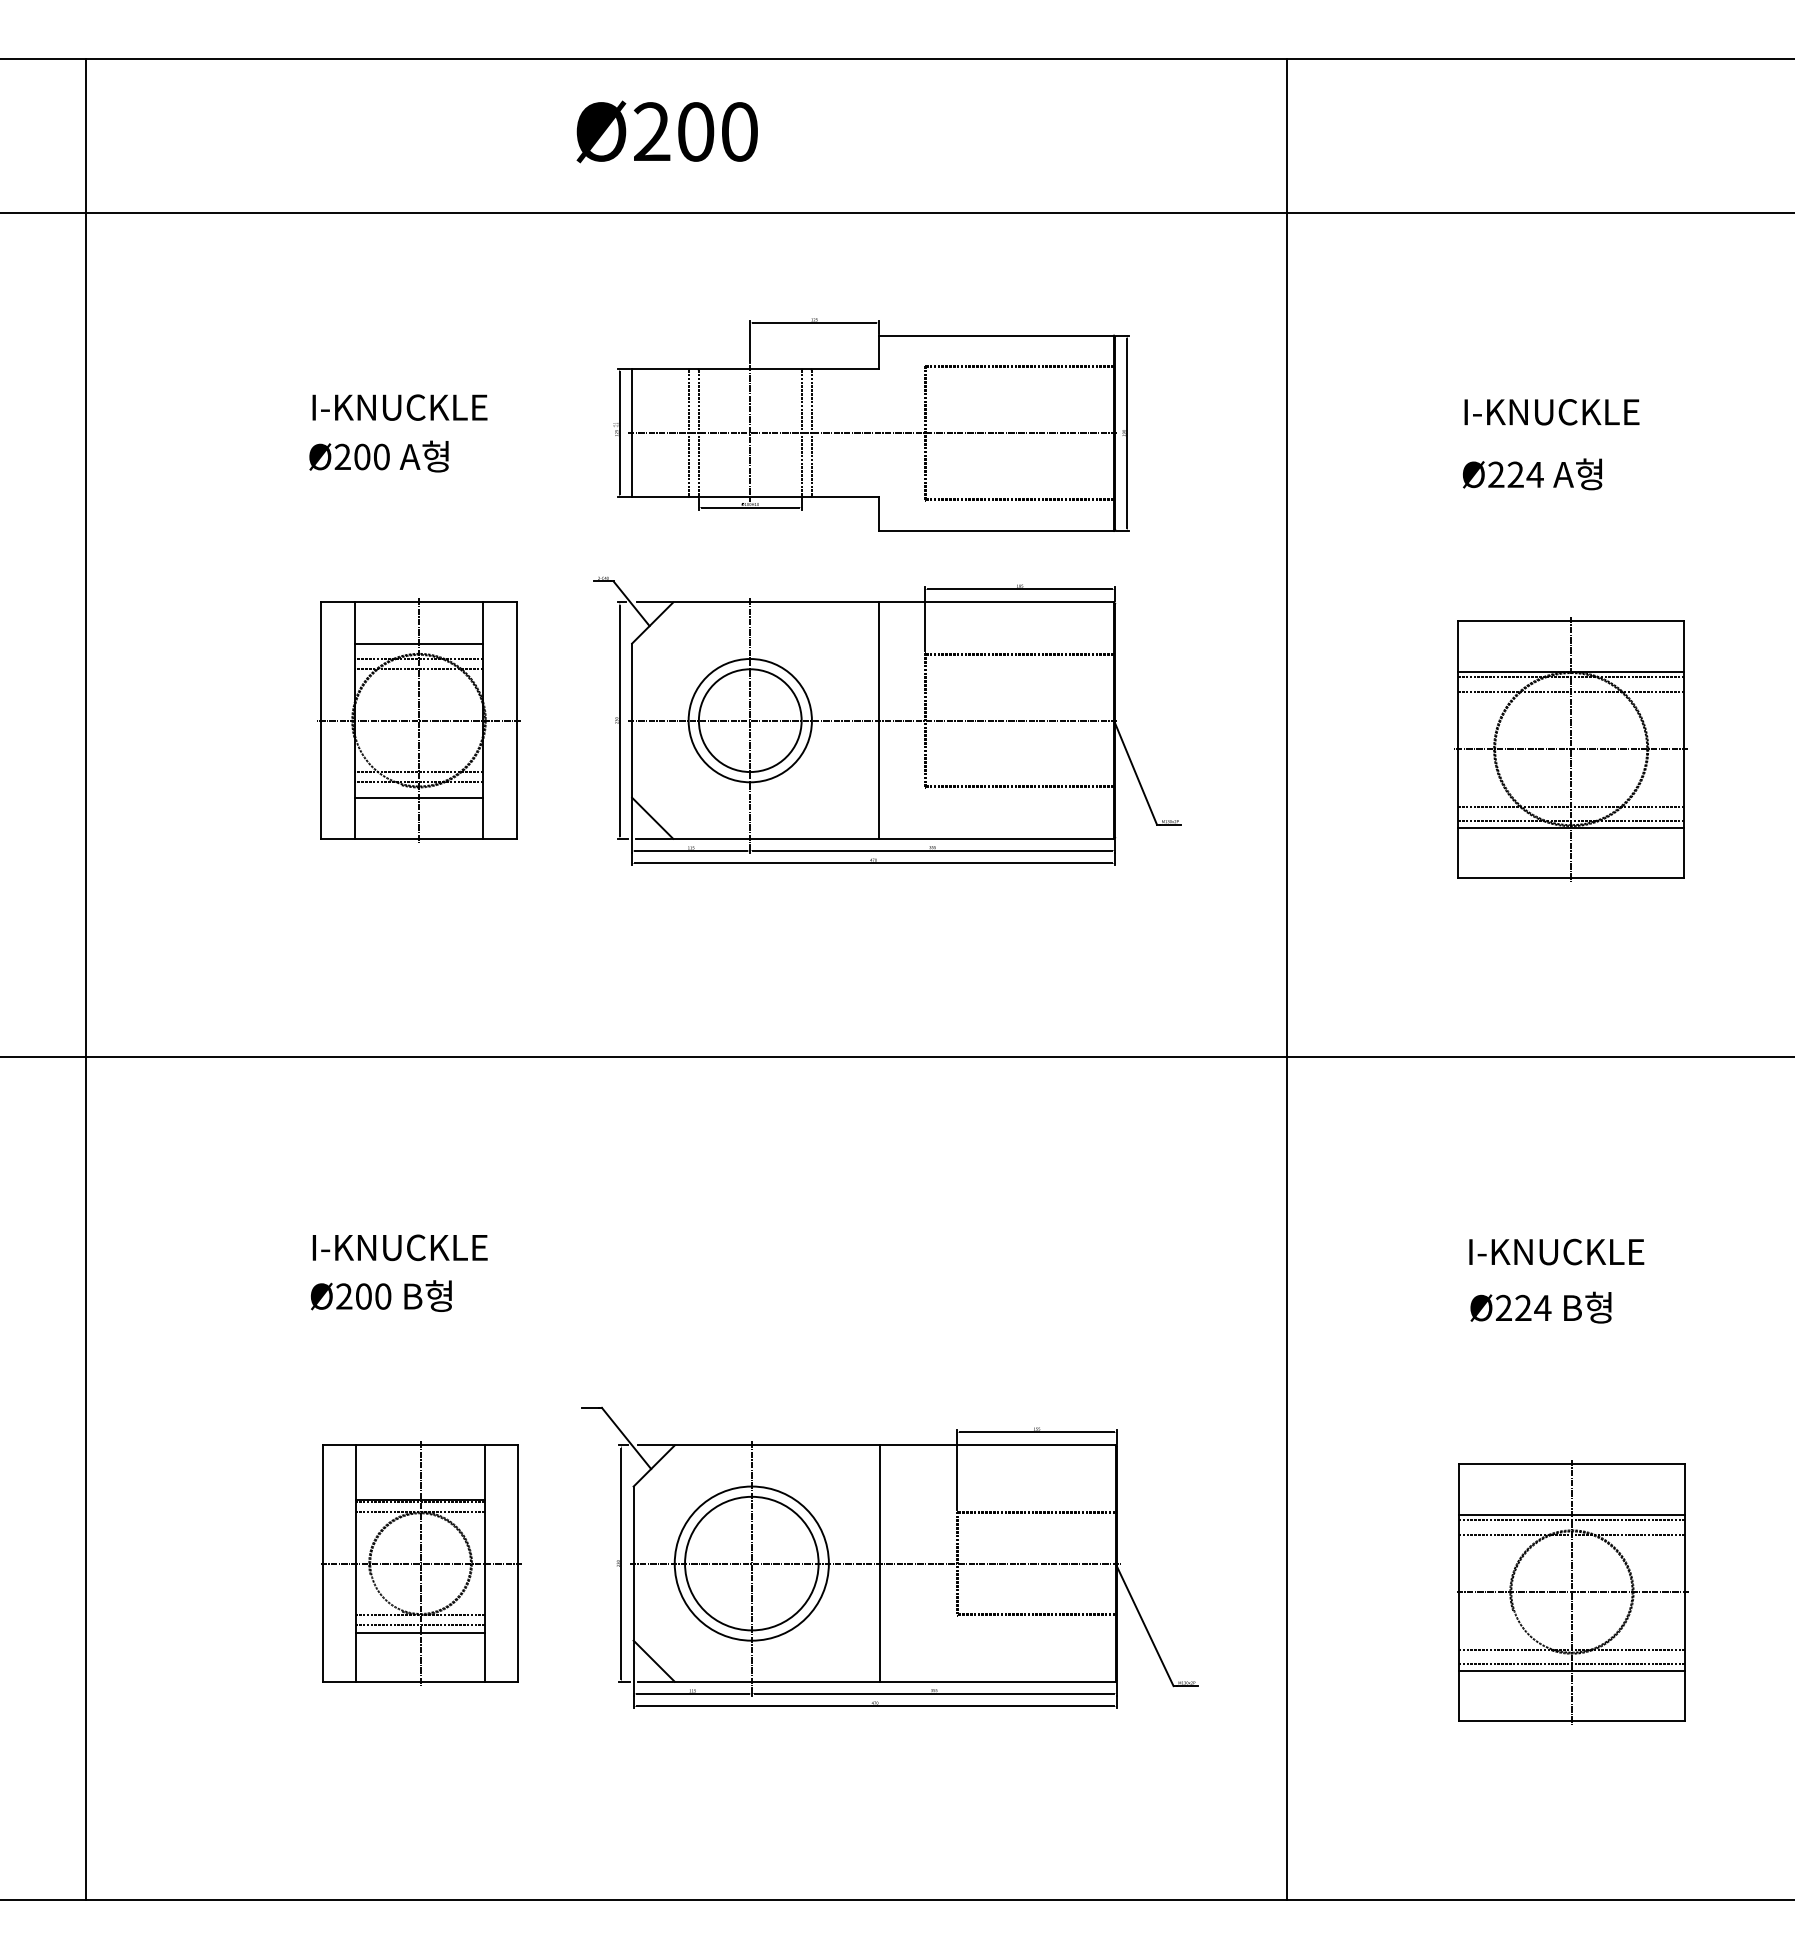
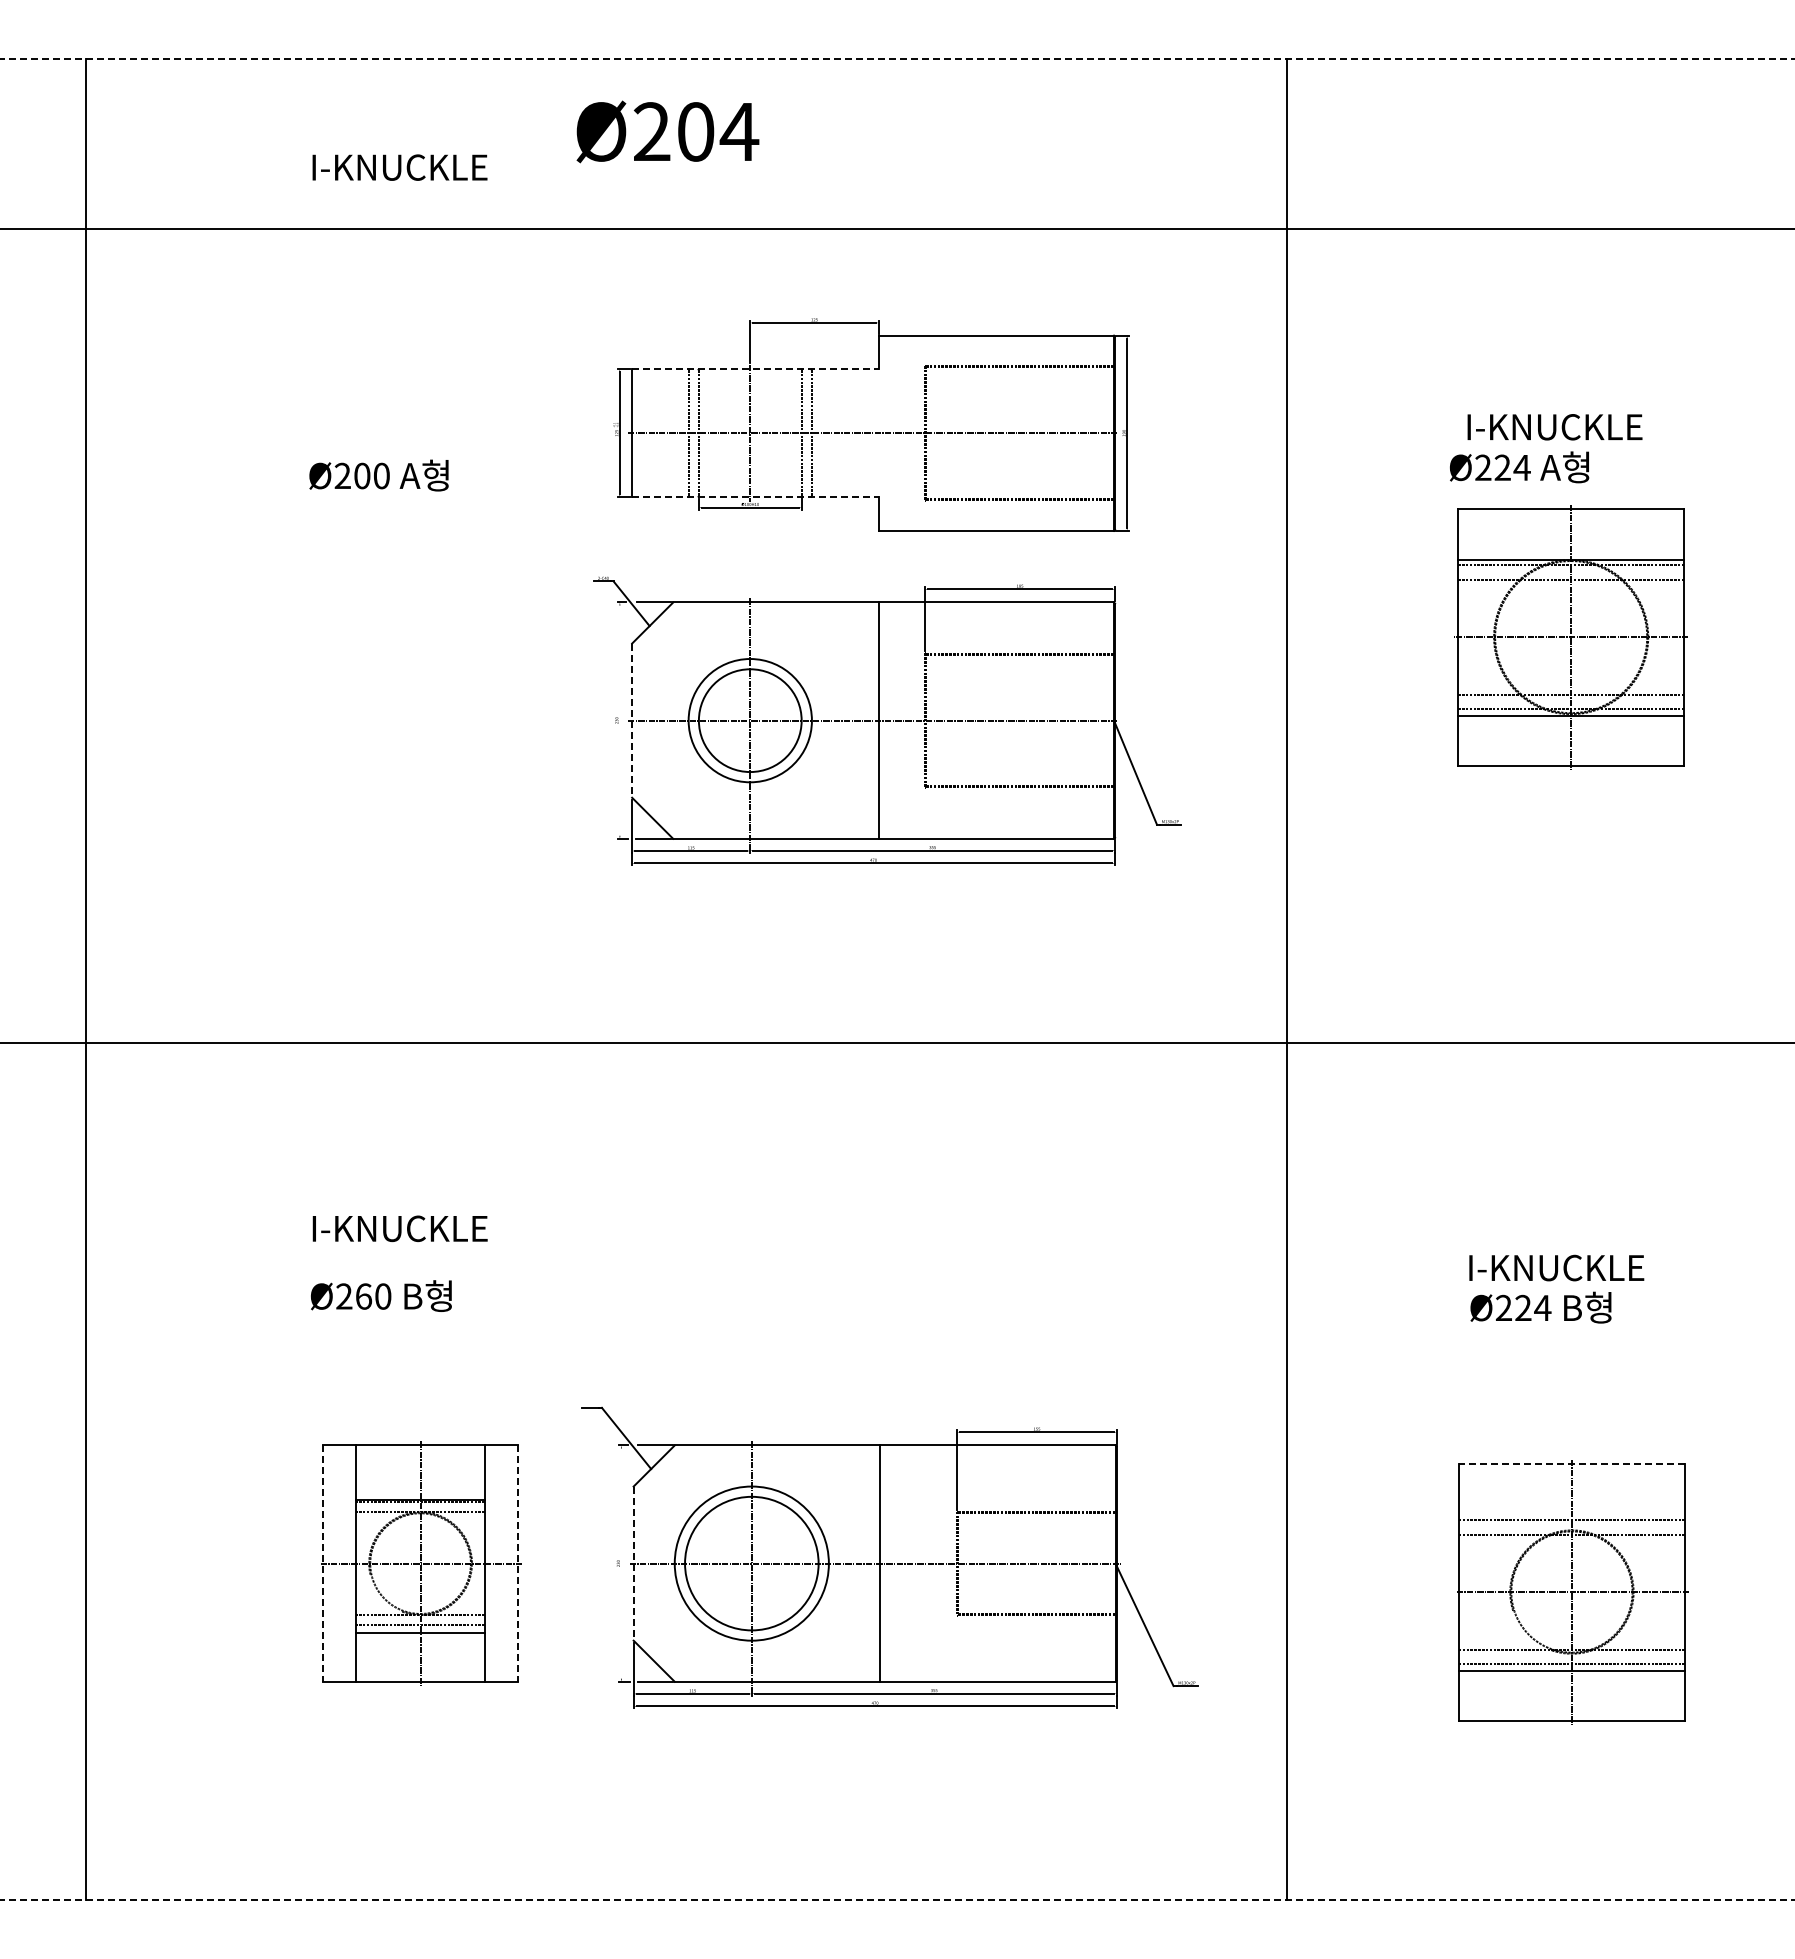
line at (896, 58): solid -> dashed
text at (739, 131): Ø200 -> Ø204
line at (896, 212) position: (896, 212) -> (896, 228)
line at (755, 369): solid -> dashed
text at (399, 407) position: (399, 407) -> (399, 167)
text at (1551, 412) position: (1551, 412) -> (1554, 427)
text at (378, 456) position: (378, 456) -> (378, 475)
text at (1532, 474) position: (1532, 474) -> (1519, 467)
line at (755, 497): solid -> dashed
part at (418, 720): present -> none
line at (619, 720): present -> none
line at (632, 721): solid -> dashed
part at (1570, 749) position: (1570, 749) -> (1570, 637)
line at (896, 1056) position: (896, 1056) -> (896, 1042)
text at (399, 1247) position: (399, 1247) -> (399, 1228)
text at (1556, 1251) position: (1556, 1251) -> (1556, 1267)
text at (364, 1296): Ø200 -> Ø260
line at (1571, 1463): solid -> dashed
line at (1571, 1515): present -> none
line at (621, 1563): present -> none
line at (322, 1564): solid -> dashed
line at (518, 1564): solid -> dashed
line at (633, 1564): solid -> dashed
line at (896, 1900): solid -> dashed
